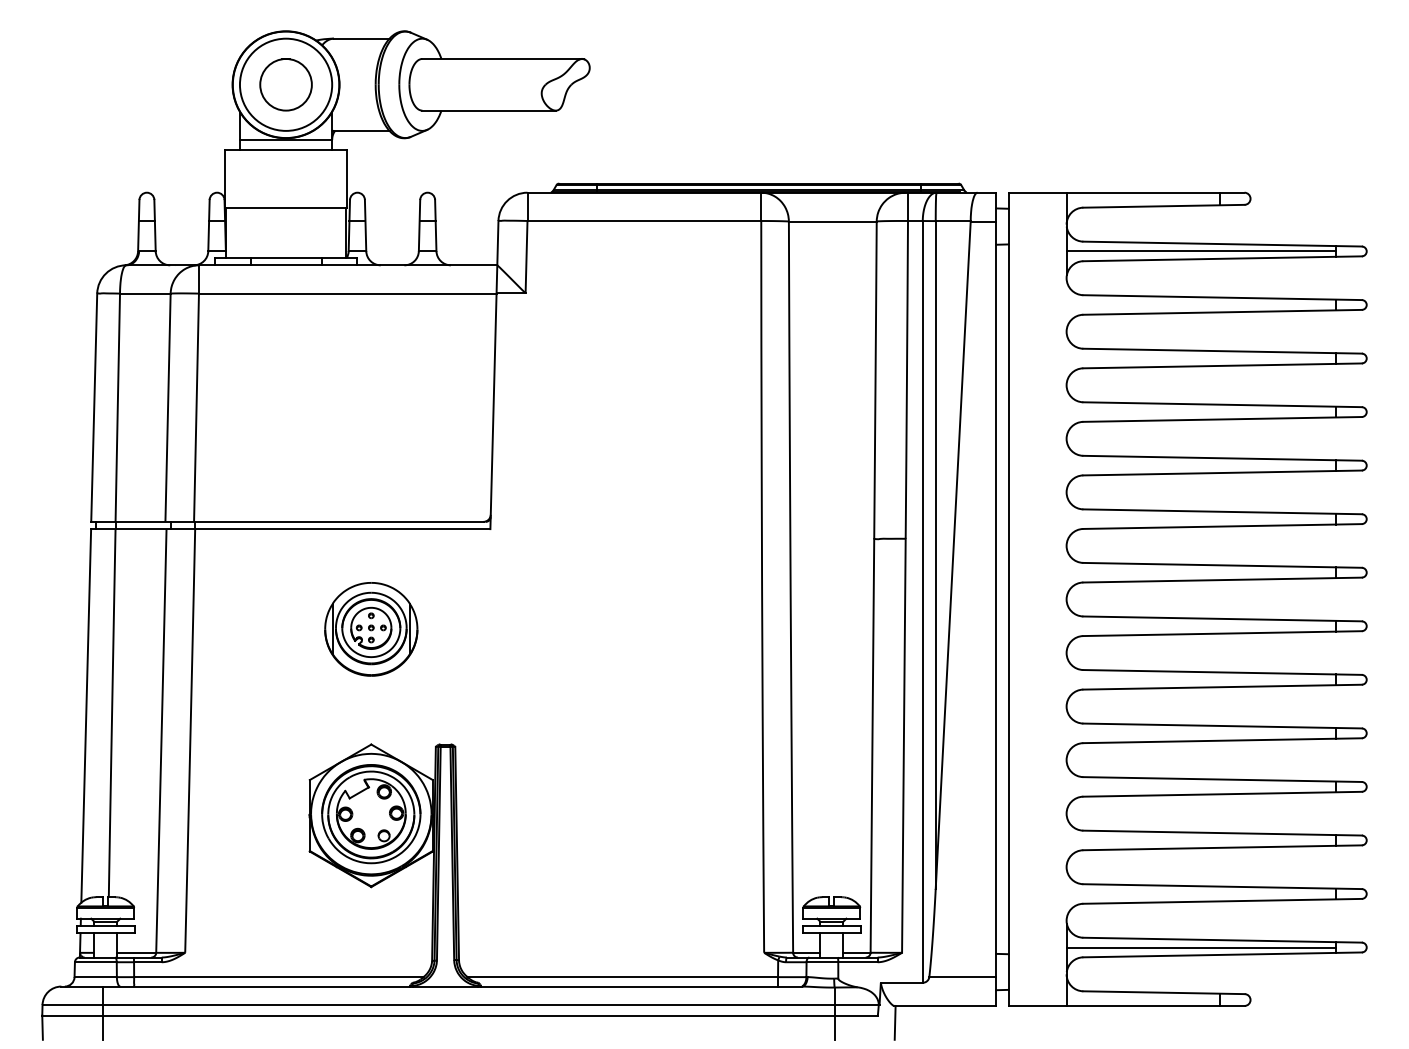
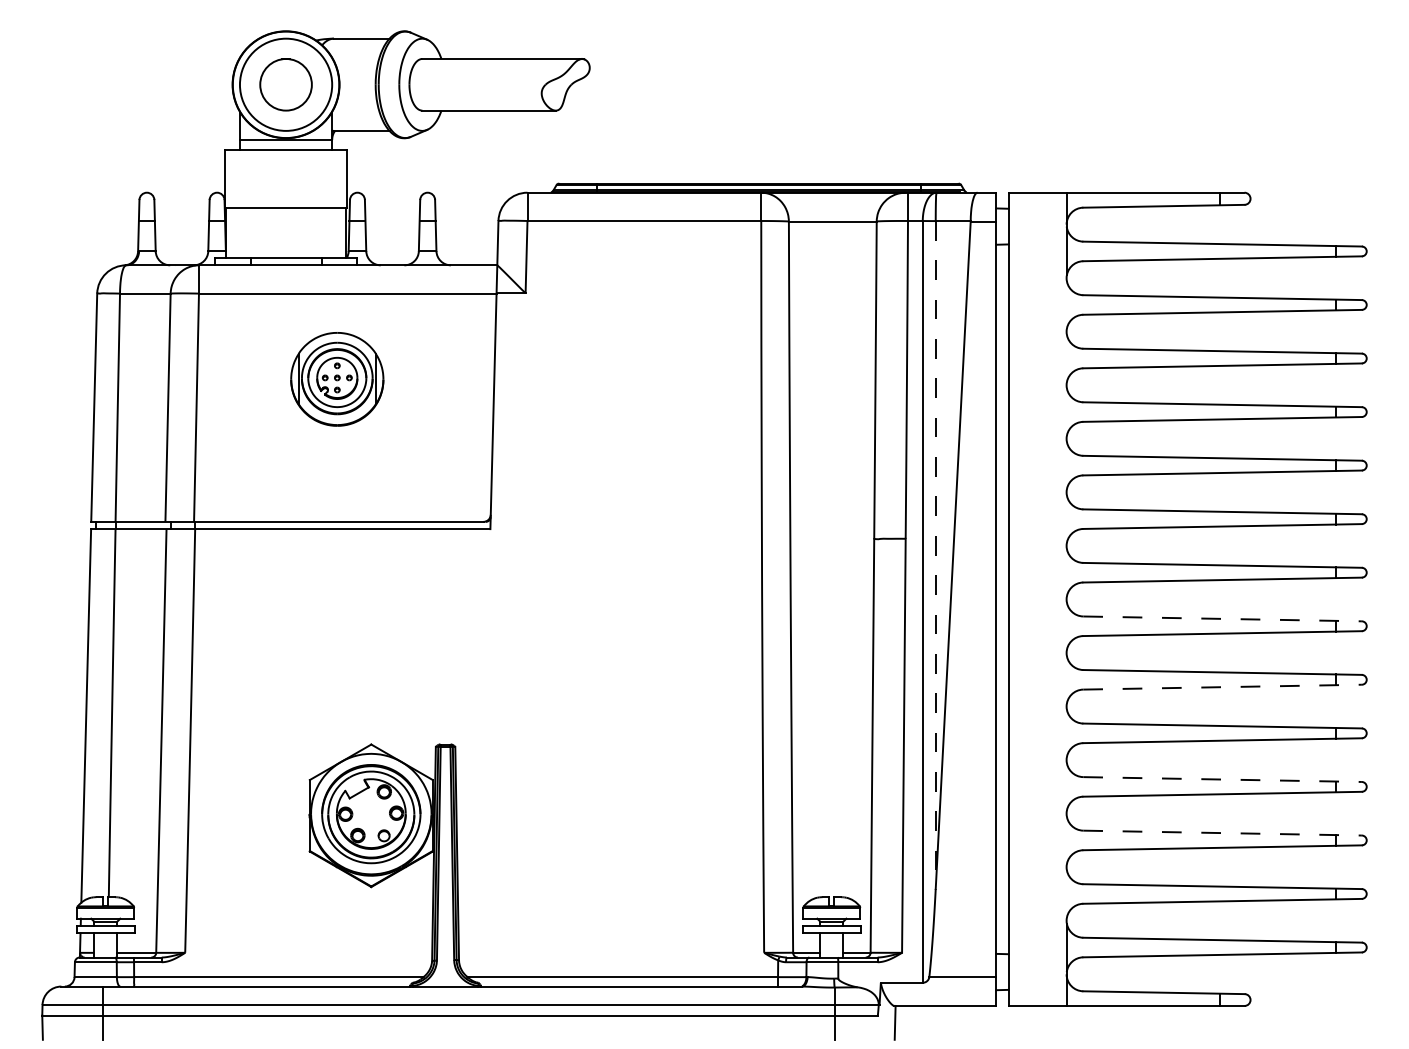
line at (1200, 250): present -> none
line at (935, 555): solid -> dashed
line at (1223, 618): solid -> dashed
part at (371, 629) position: (371, 629) -> (337, 379)
line at (1223, 687): solid -> dashed
line at (1223, 779): solid -> dashed
line at (1223, 833): solid -> dashed
line at (1200, 947): present -> none
